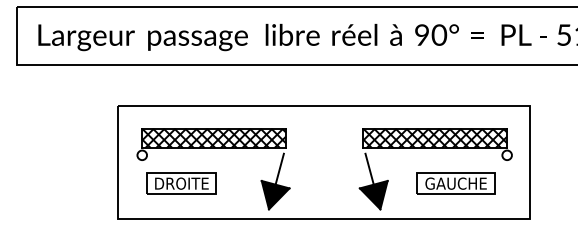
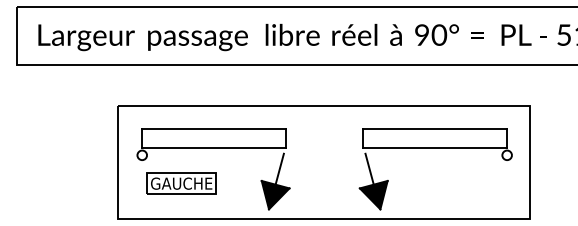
hatch at (214, 138): present -> none
hatch at (435, 138): present -> none
text at (181, 183): DROITE -> GAUCHE
part at (455, 183): present -> none
